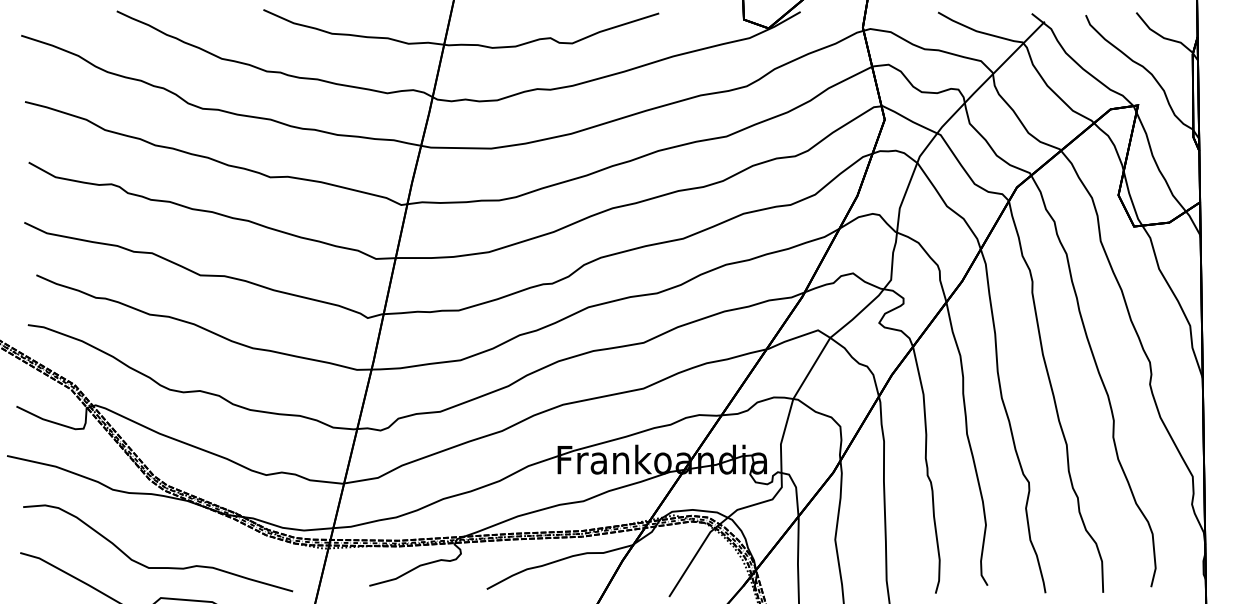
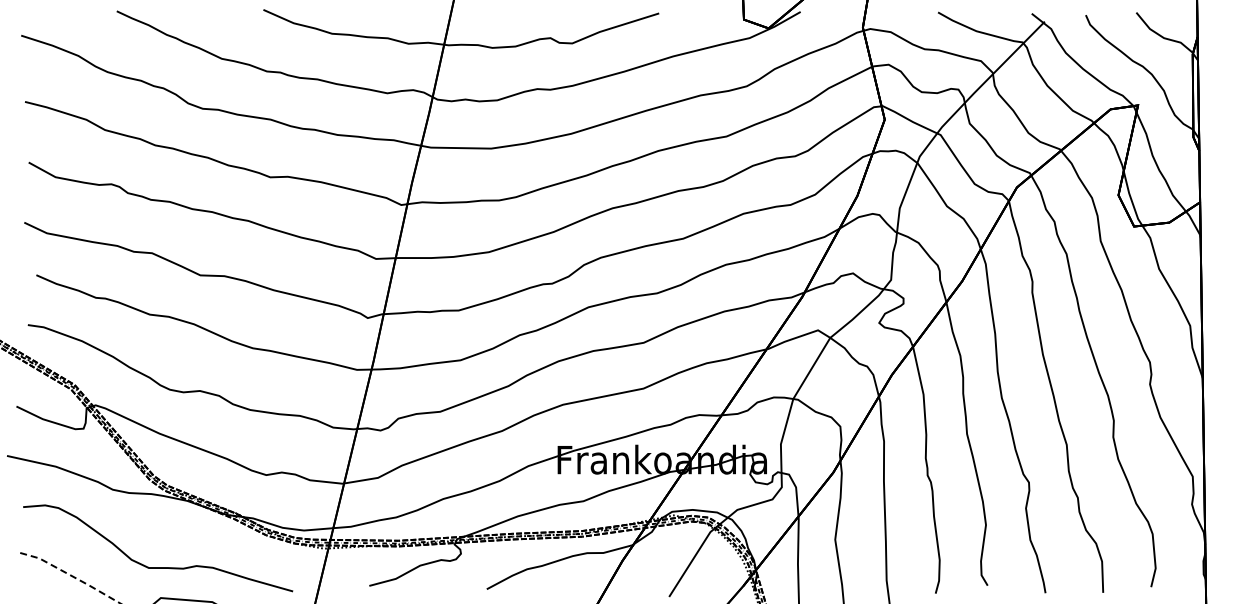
line at (72, 576): solid -> dashed
